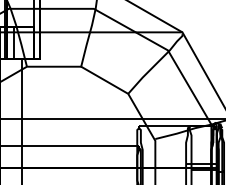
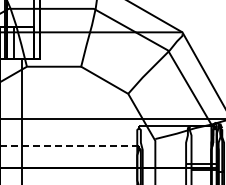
line at (69, 146): solid -> dashed
